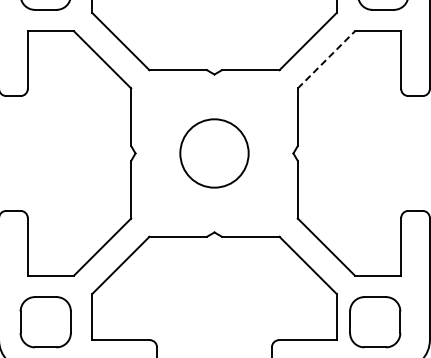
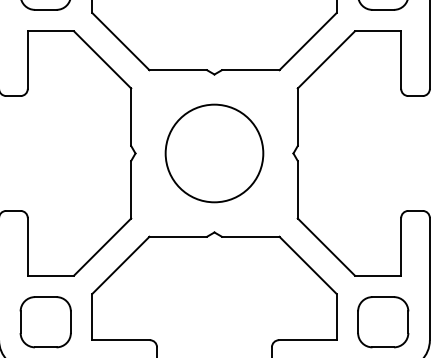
line at (326, 59): dashed -> solid
circle at (214, 153) size: 71x71 px -> 101x101 px
part at (375, 322) position: (375, 322) -> (383, 322)
